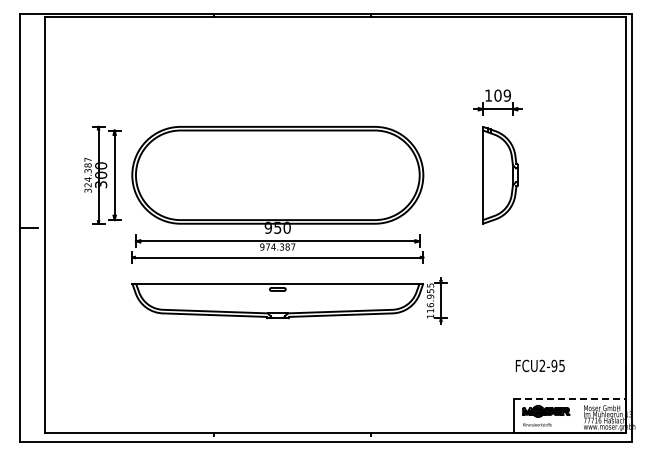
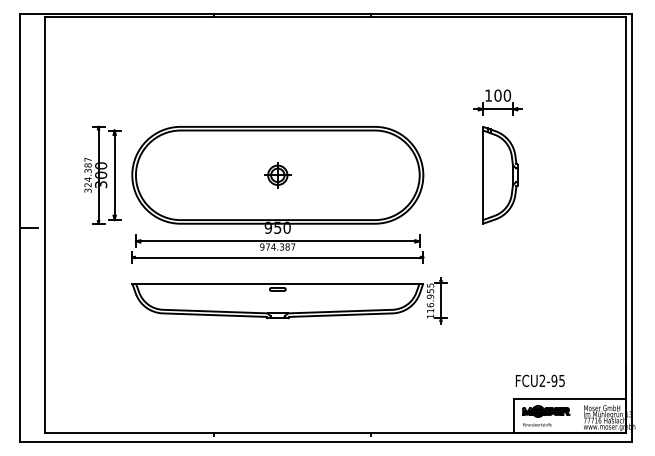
text at (506, 95): 109 -> 100
part at (277, 175): none -> present
text at (539, 365) position: (539, 365) -> (539, 380)
line at (570, 399): dashed -> solid
